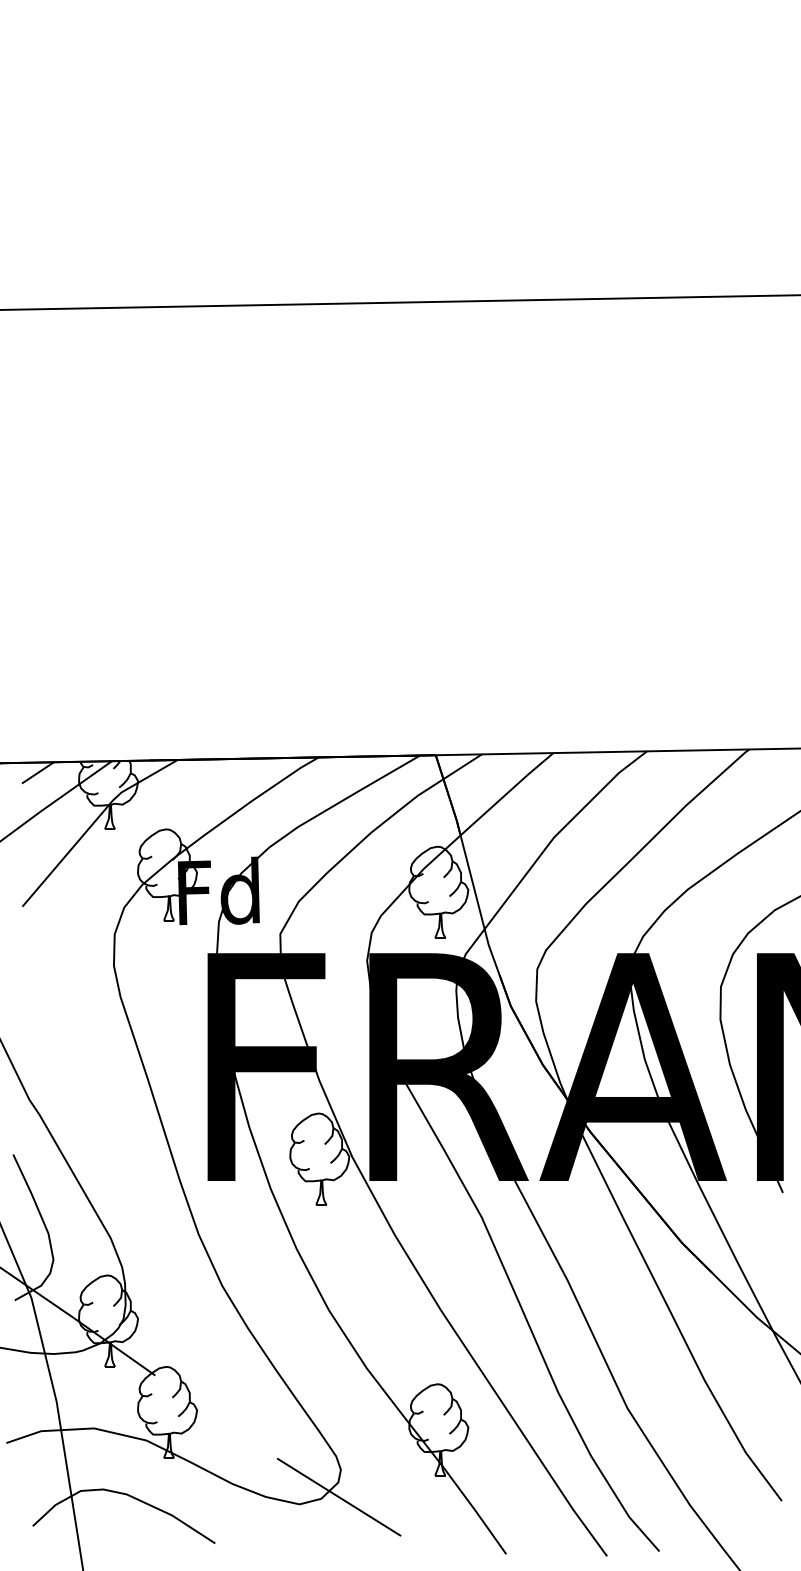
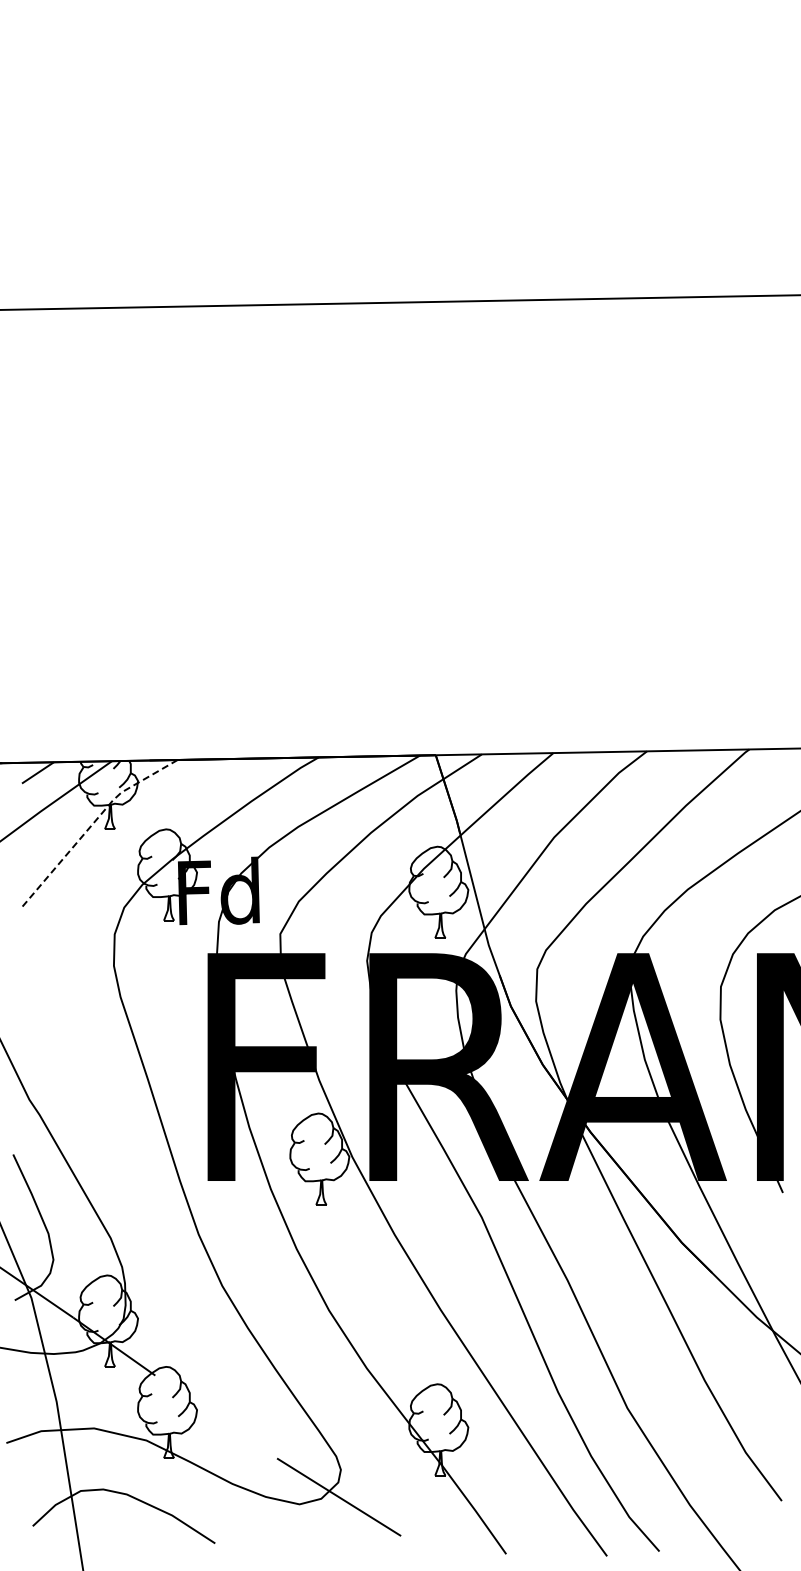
line at (92, 824): solid -> dashed
